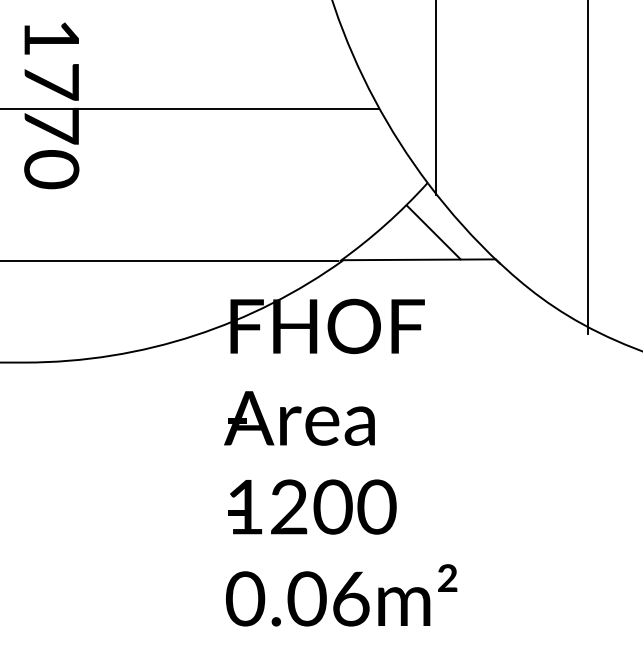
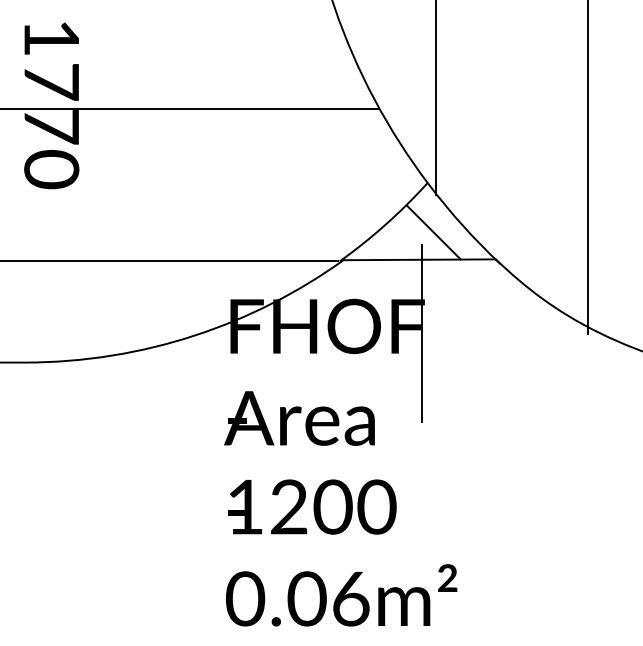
line at (421, 333): none -> present
